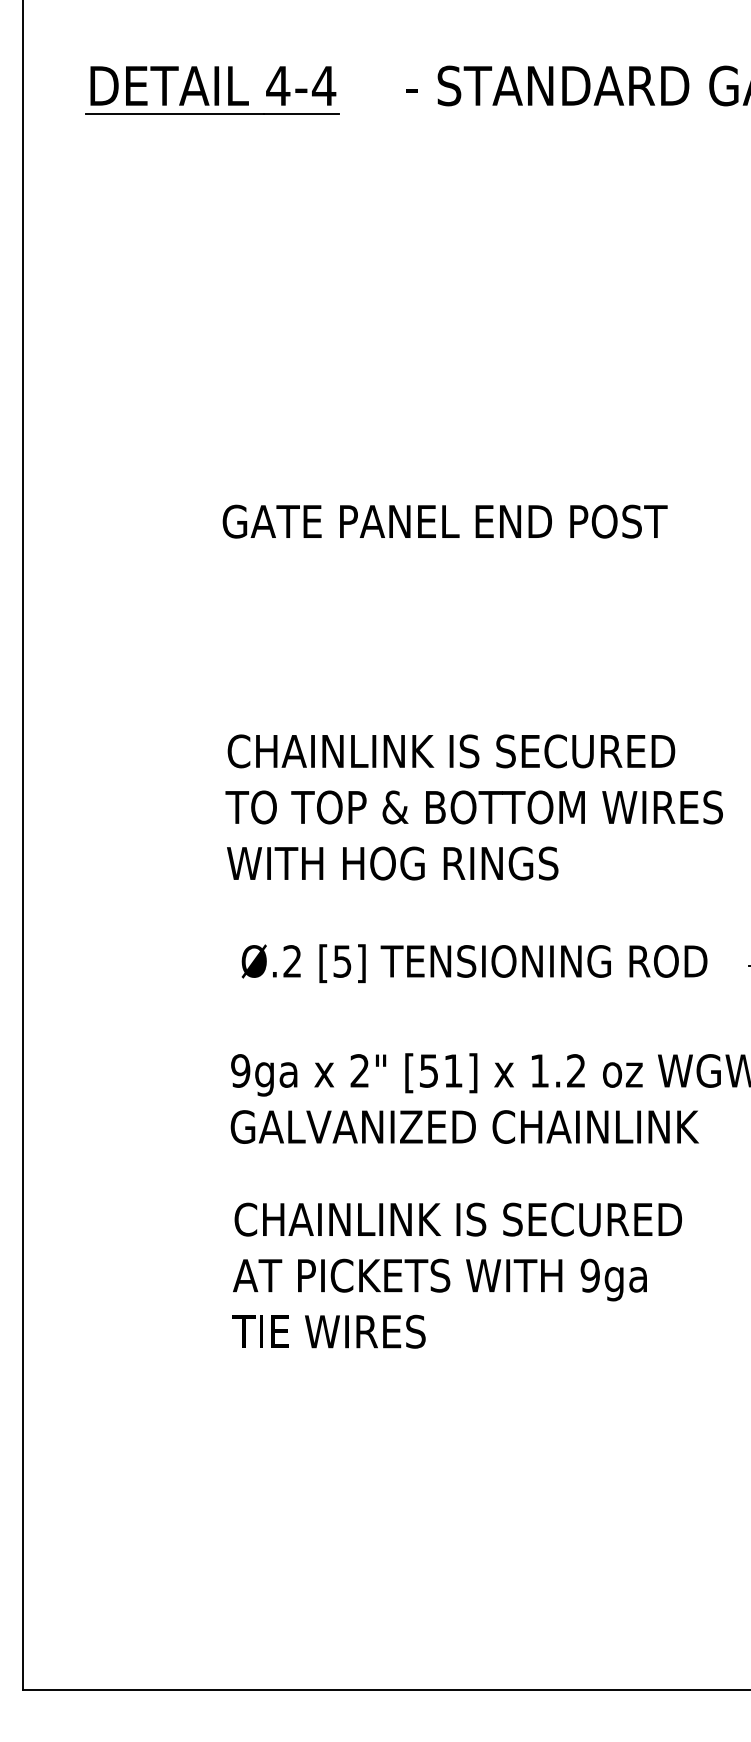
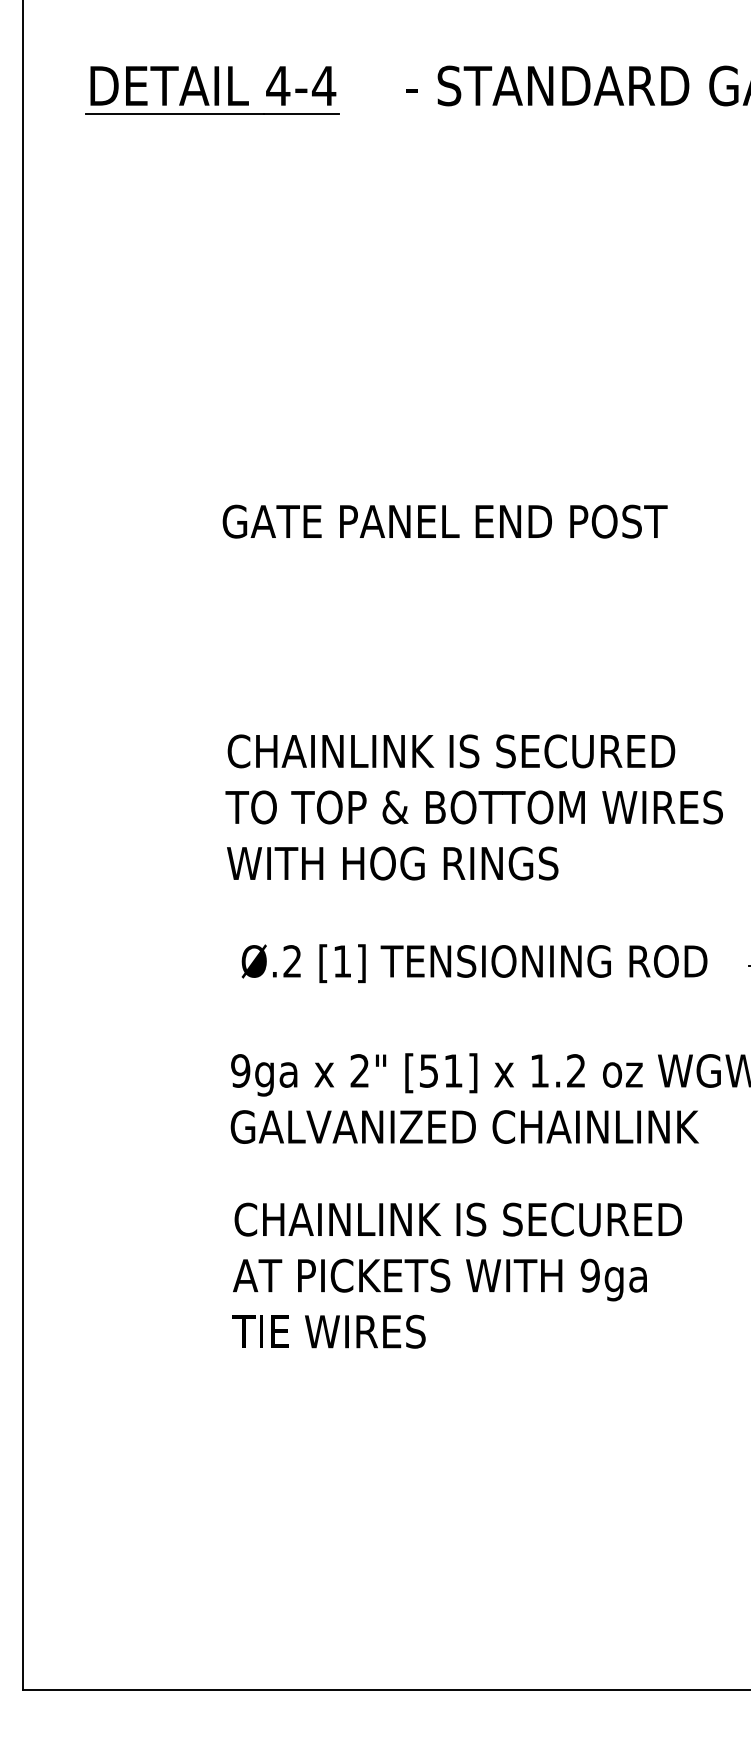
text at (342, 961): [5] -> [1]
